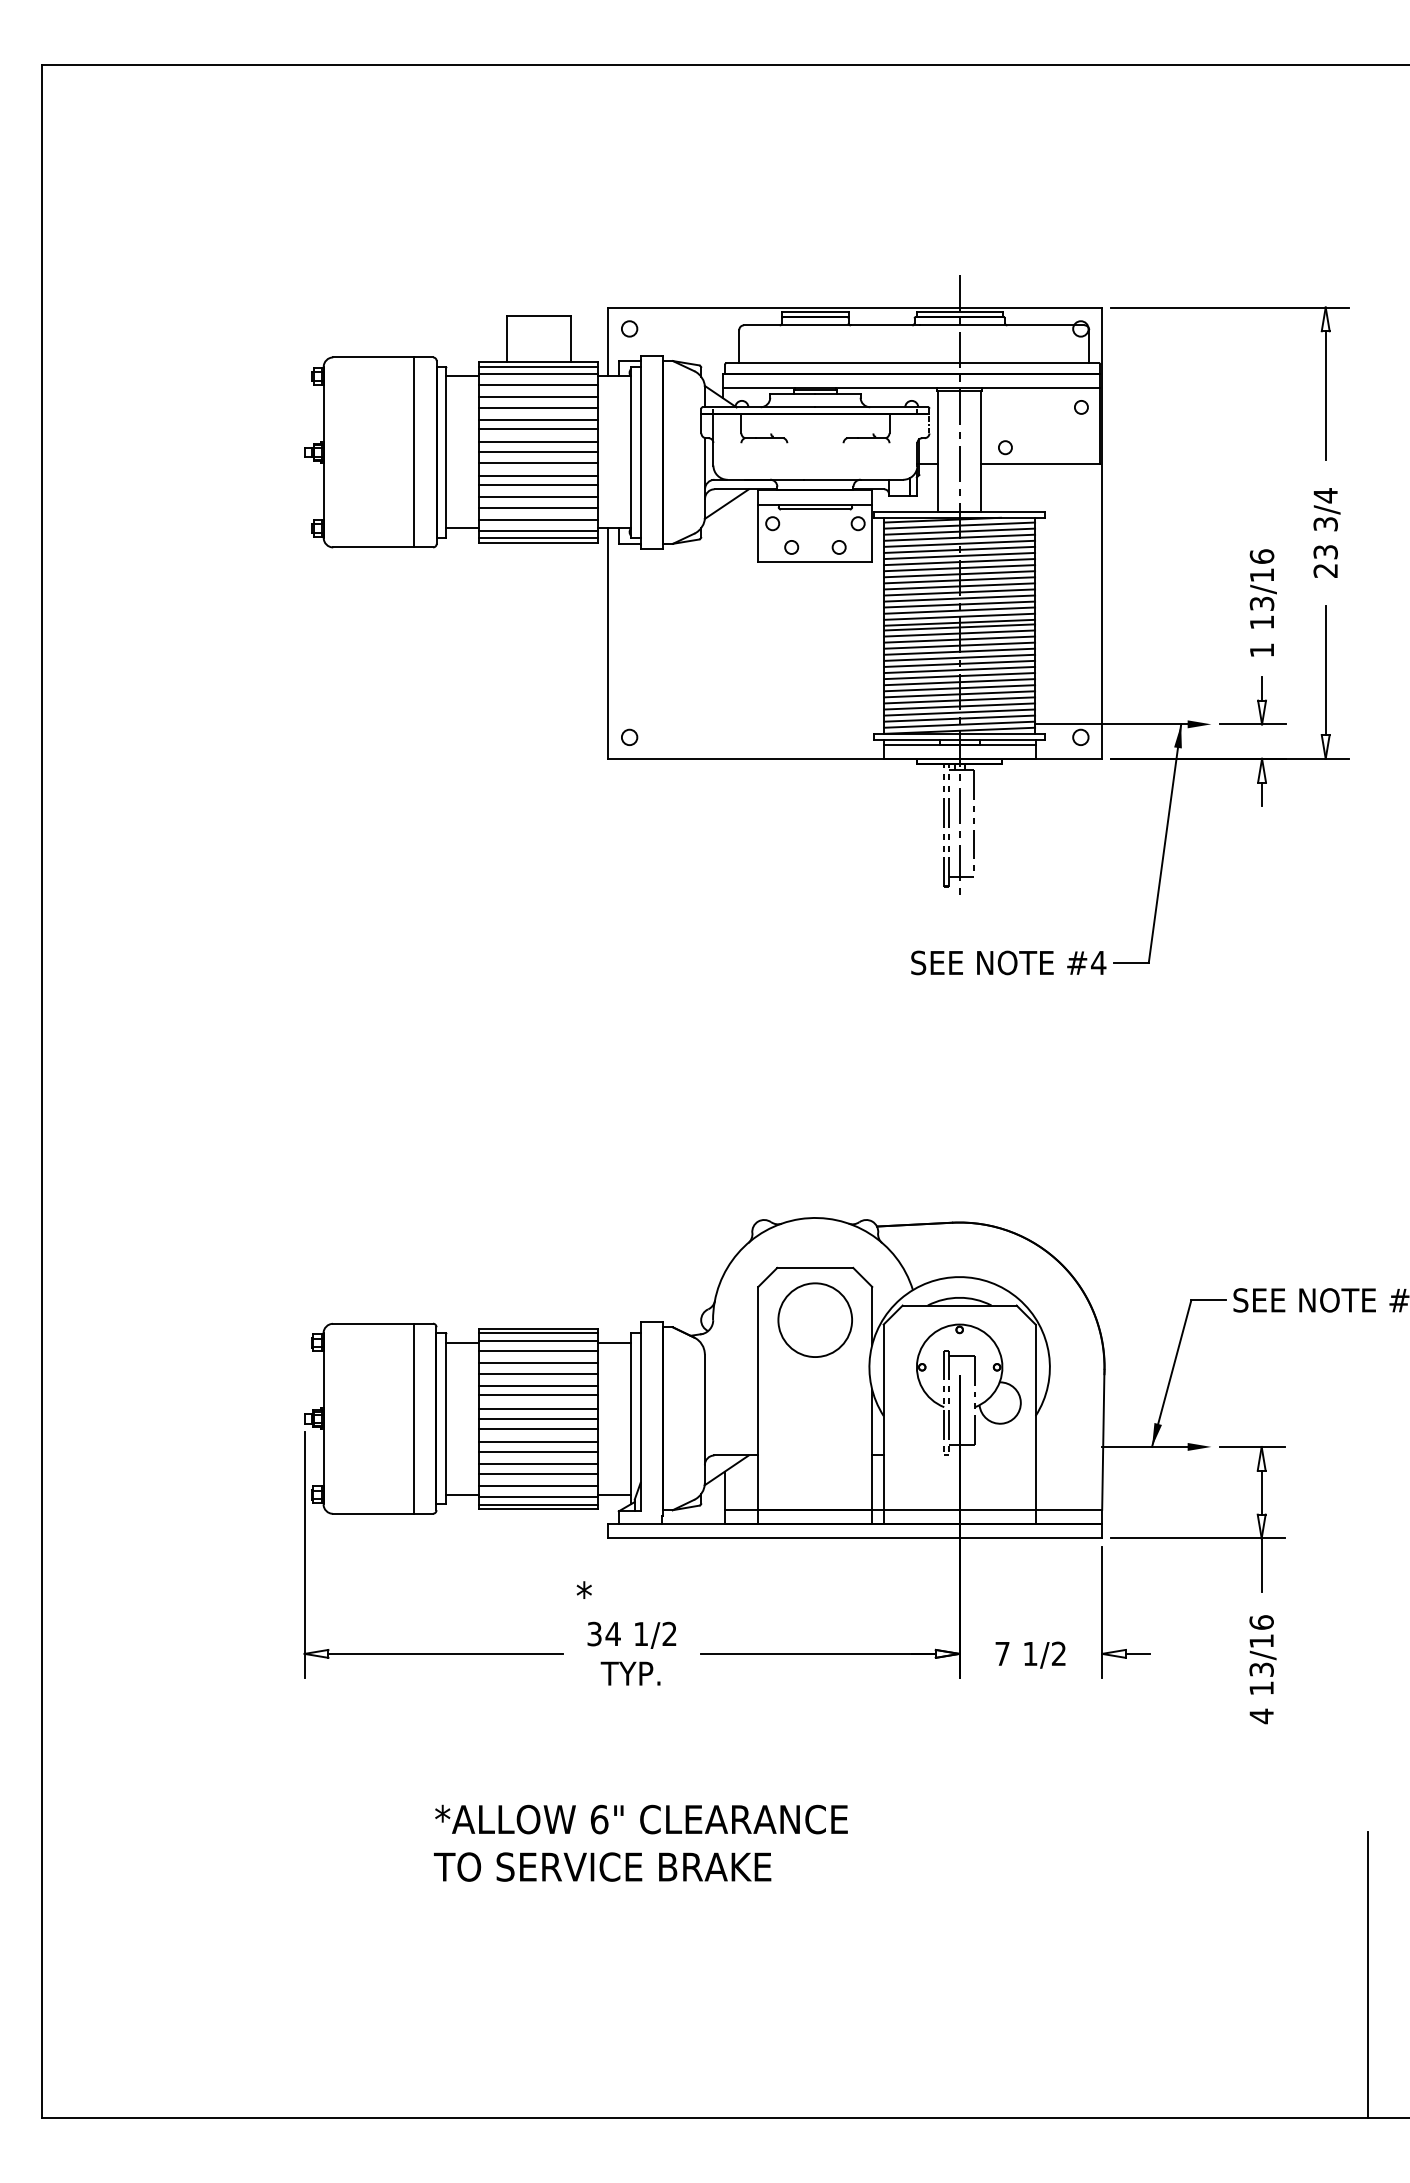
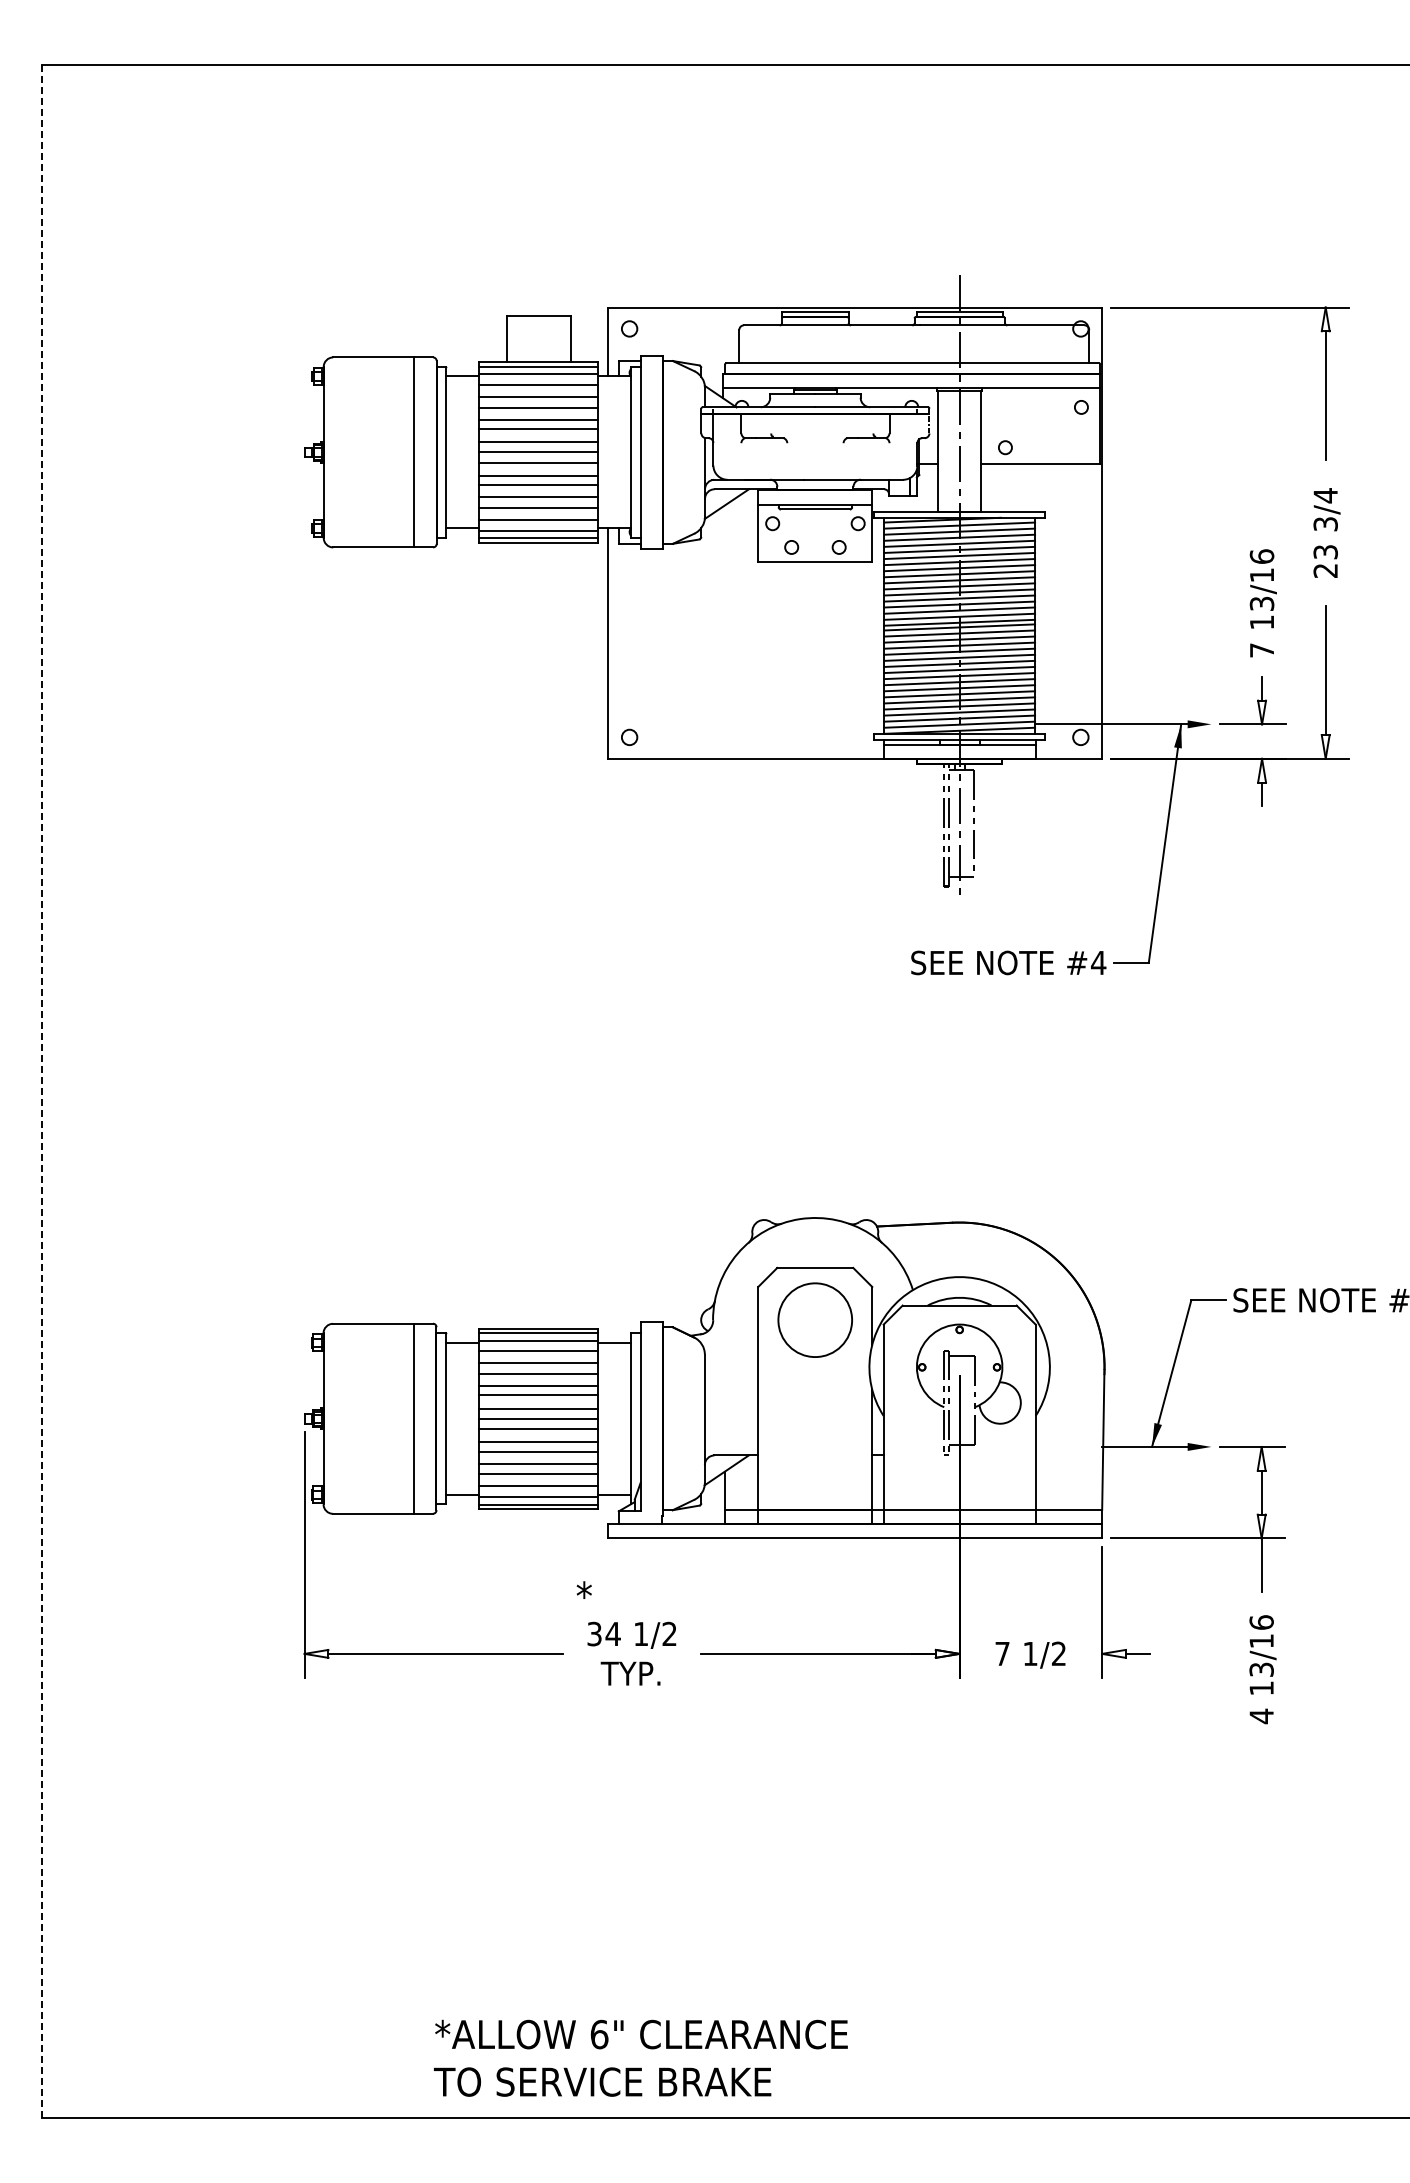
text at (1261, 650): 1 -> 7
line at (42, 1091): solid -> dashed
text at (640, 1842) position: (640, 1842) -> (640, 2057)
line at (1367, 1974): present -> none
